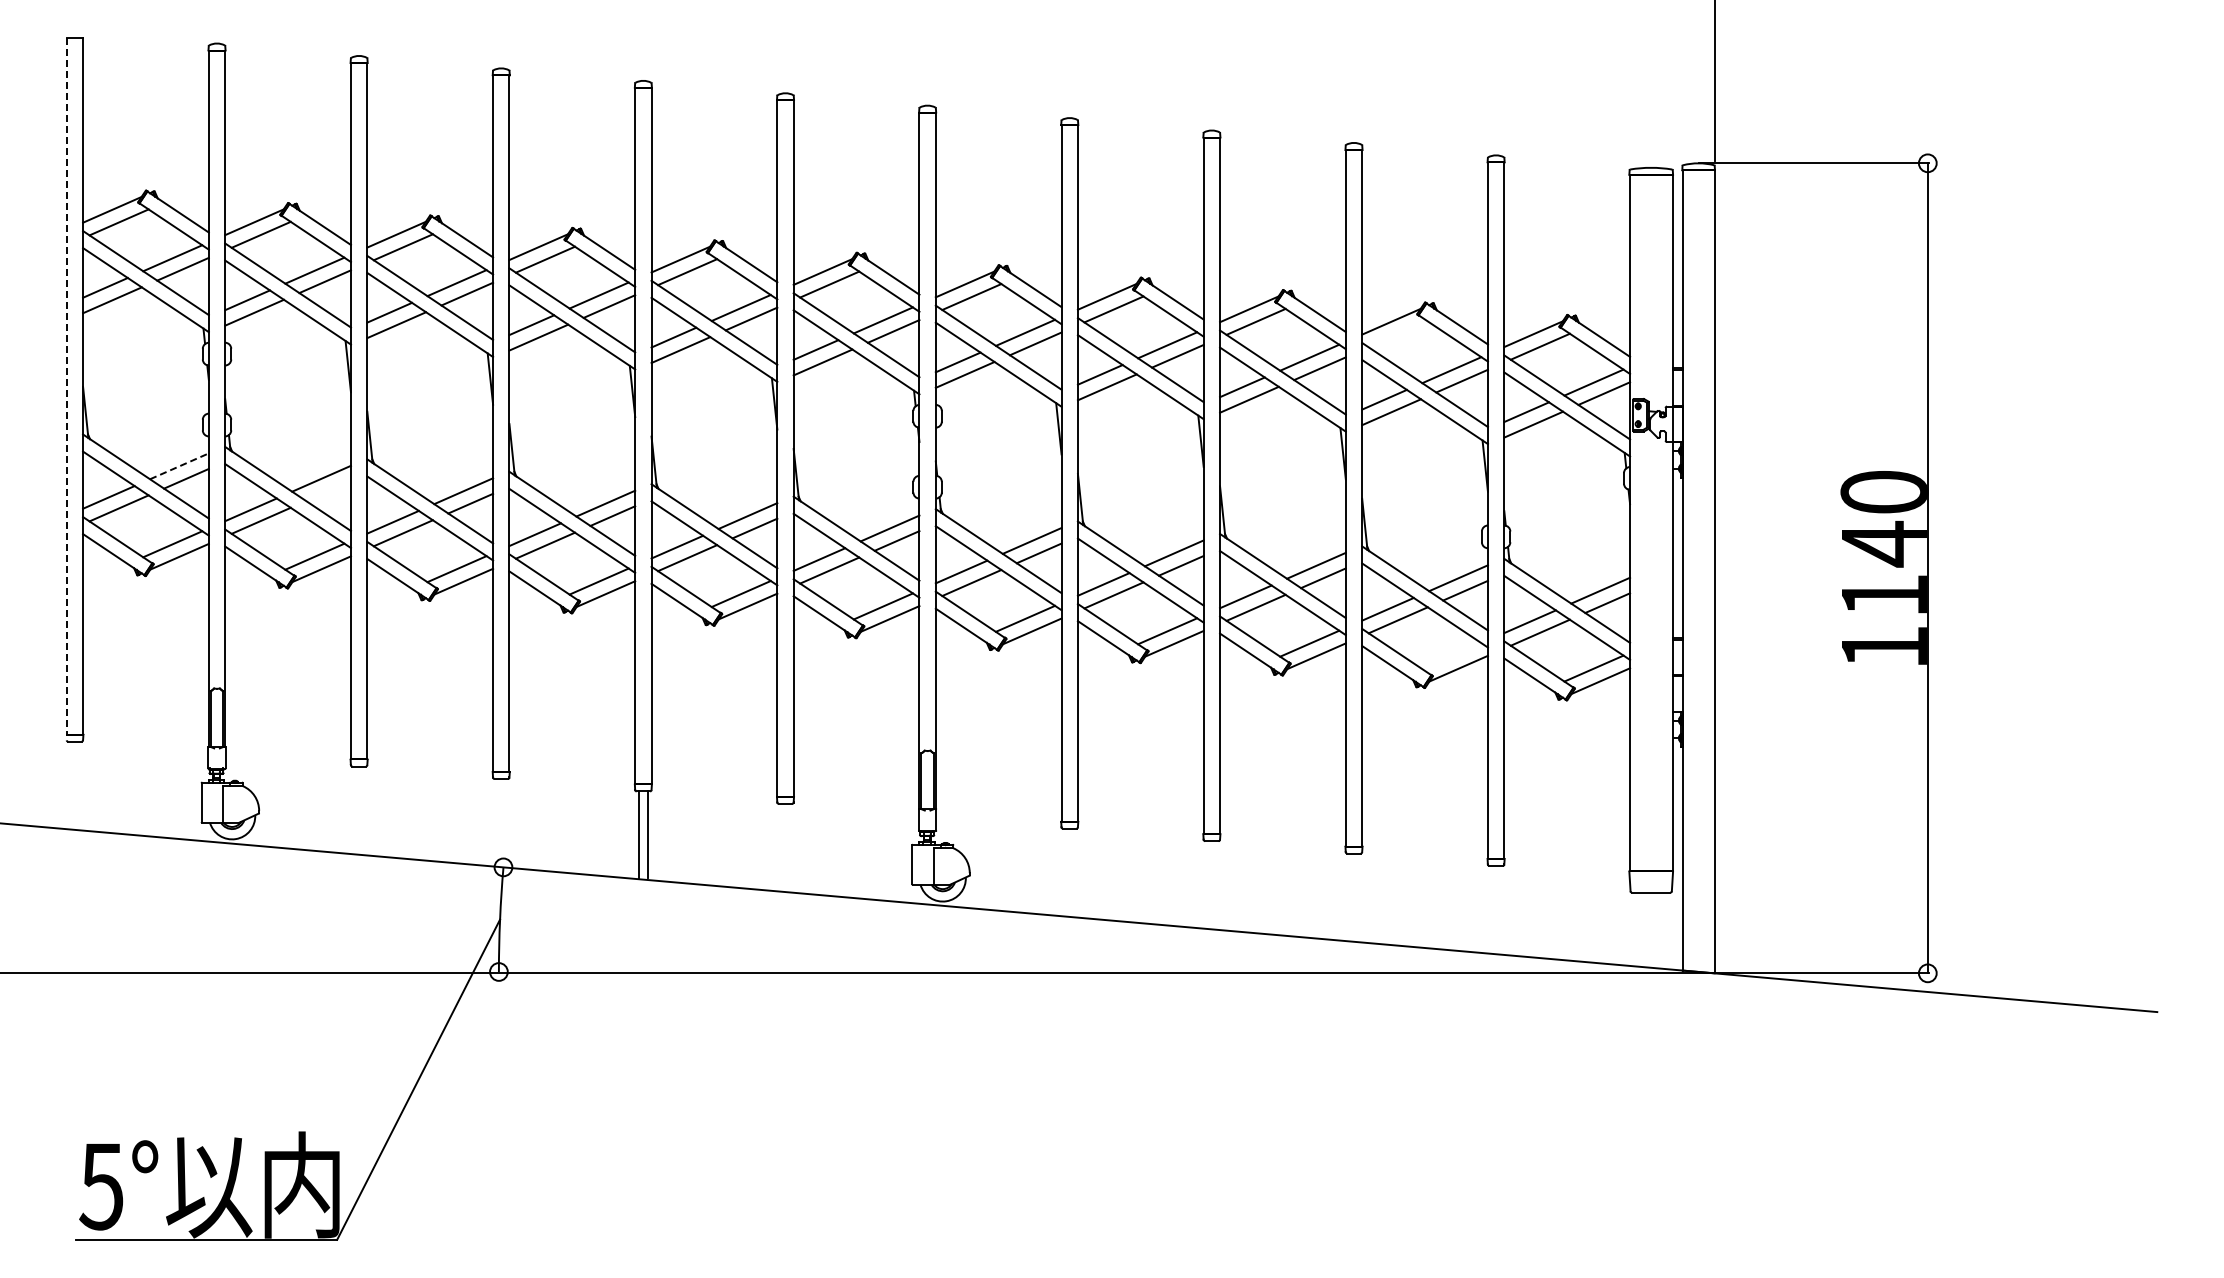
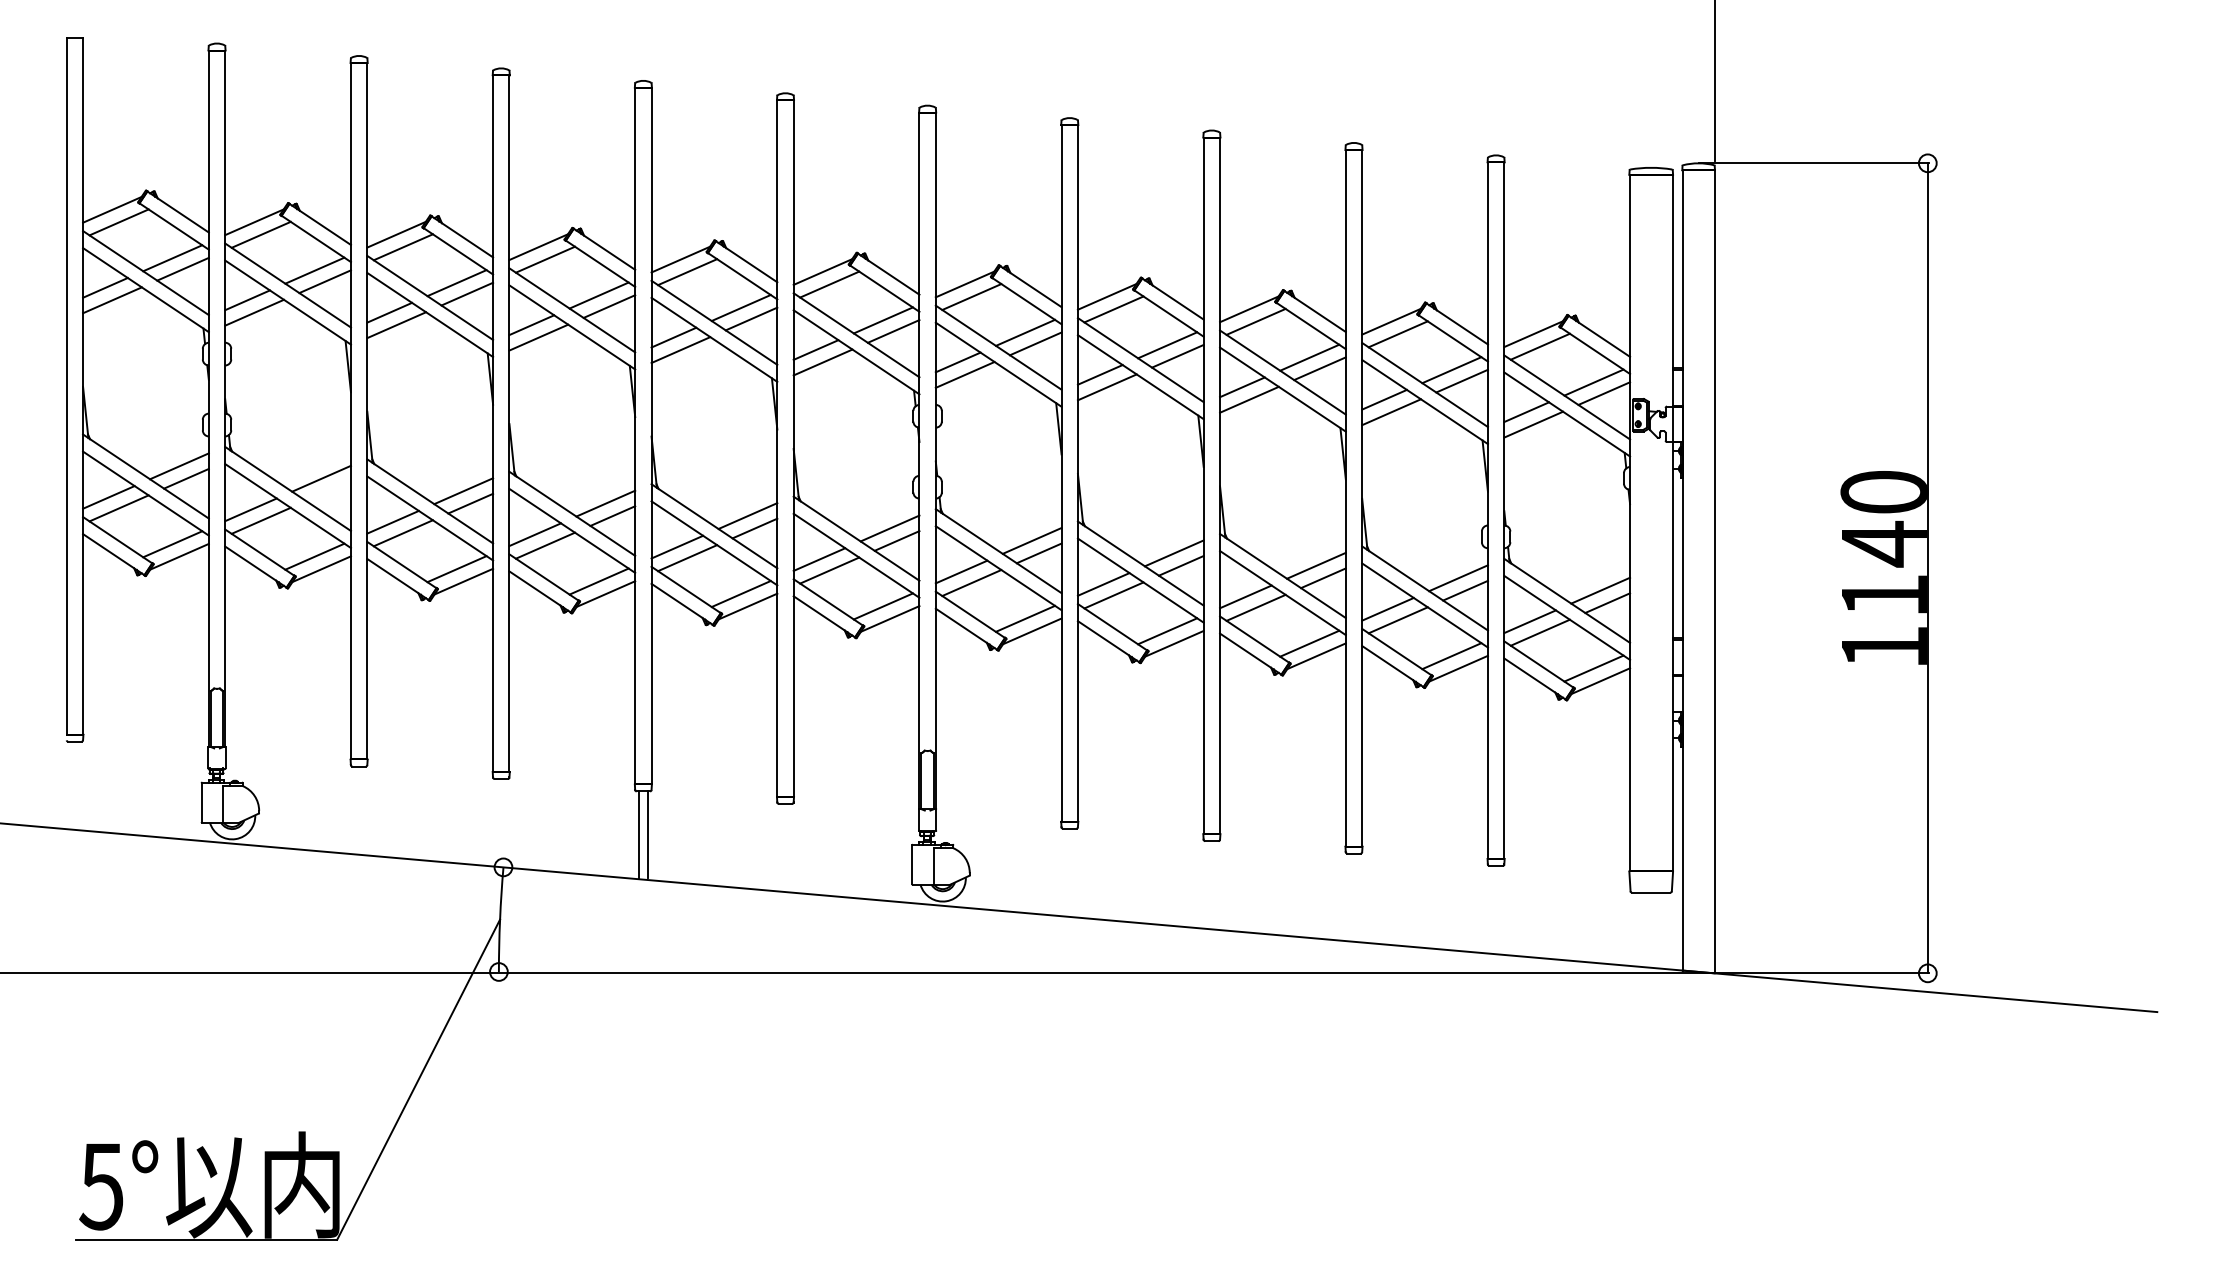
line at (1397, 334): none -> present
line at (66, 386): dashed -> solid
line at (179, 466): dashed -> solid
line at (1451, 656): none -> present
